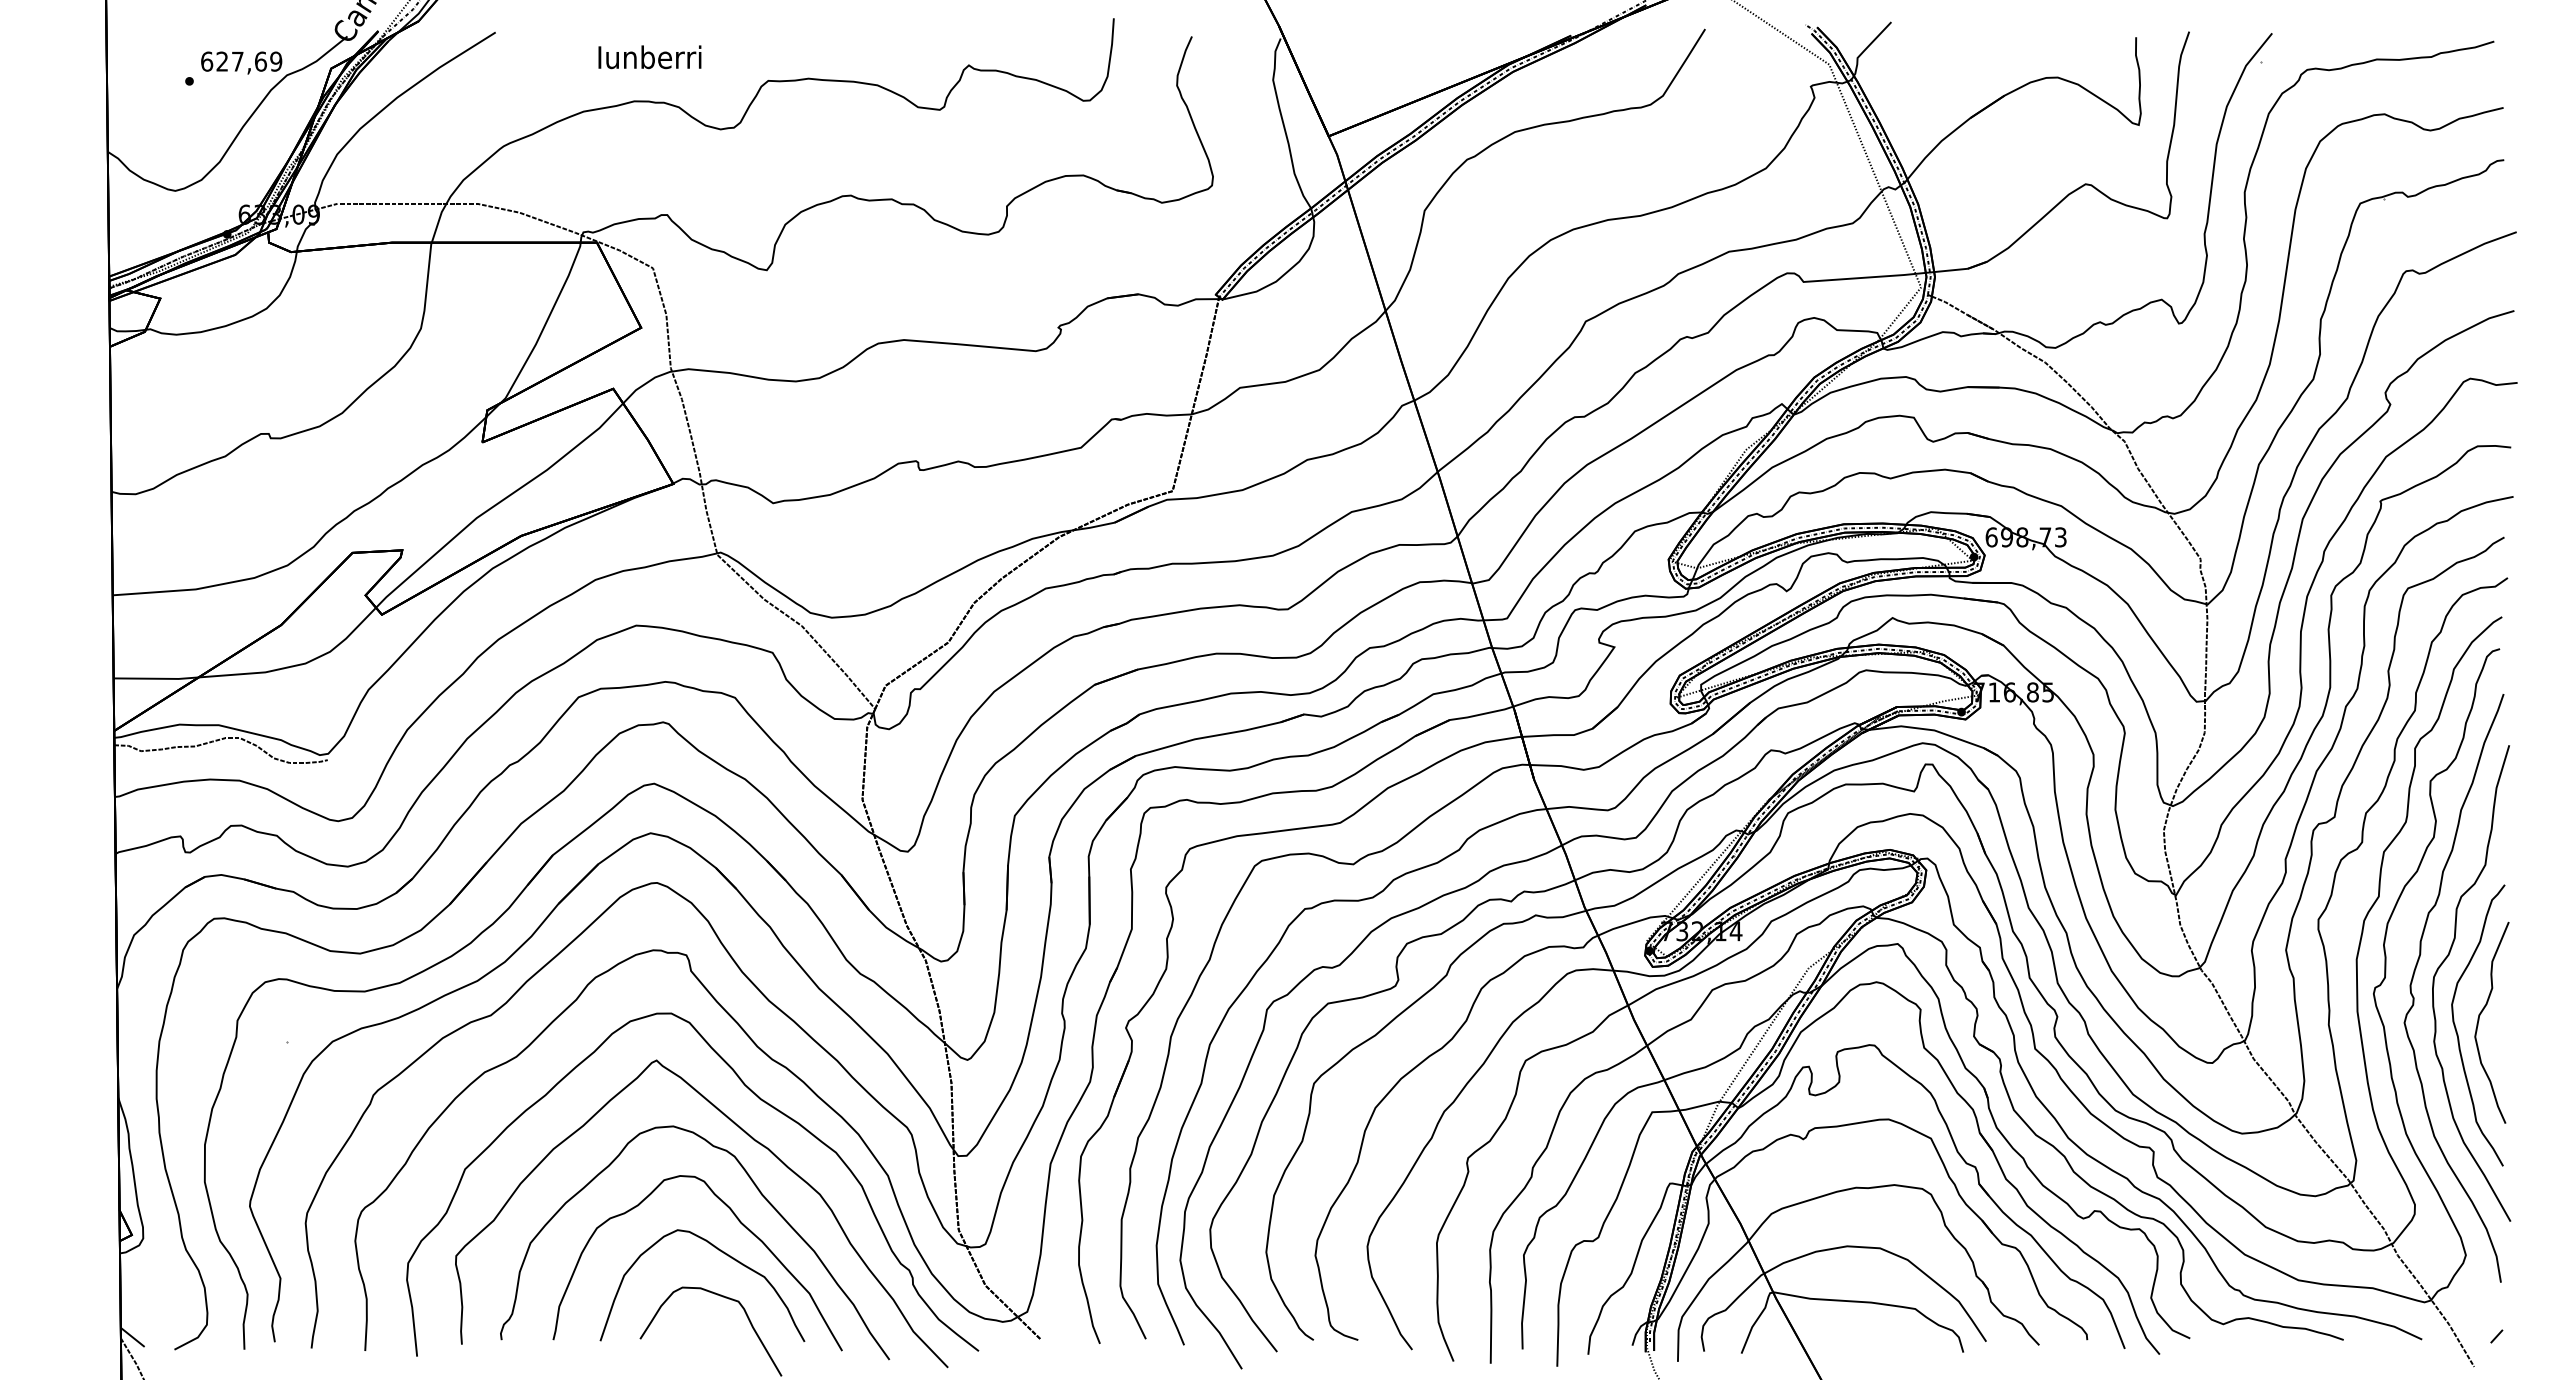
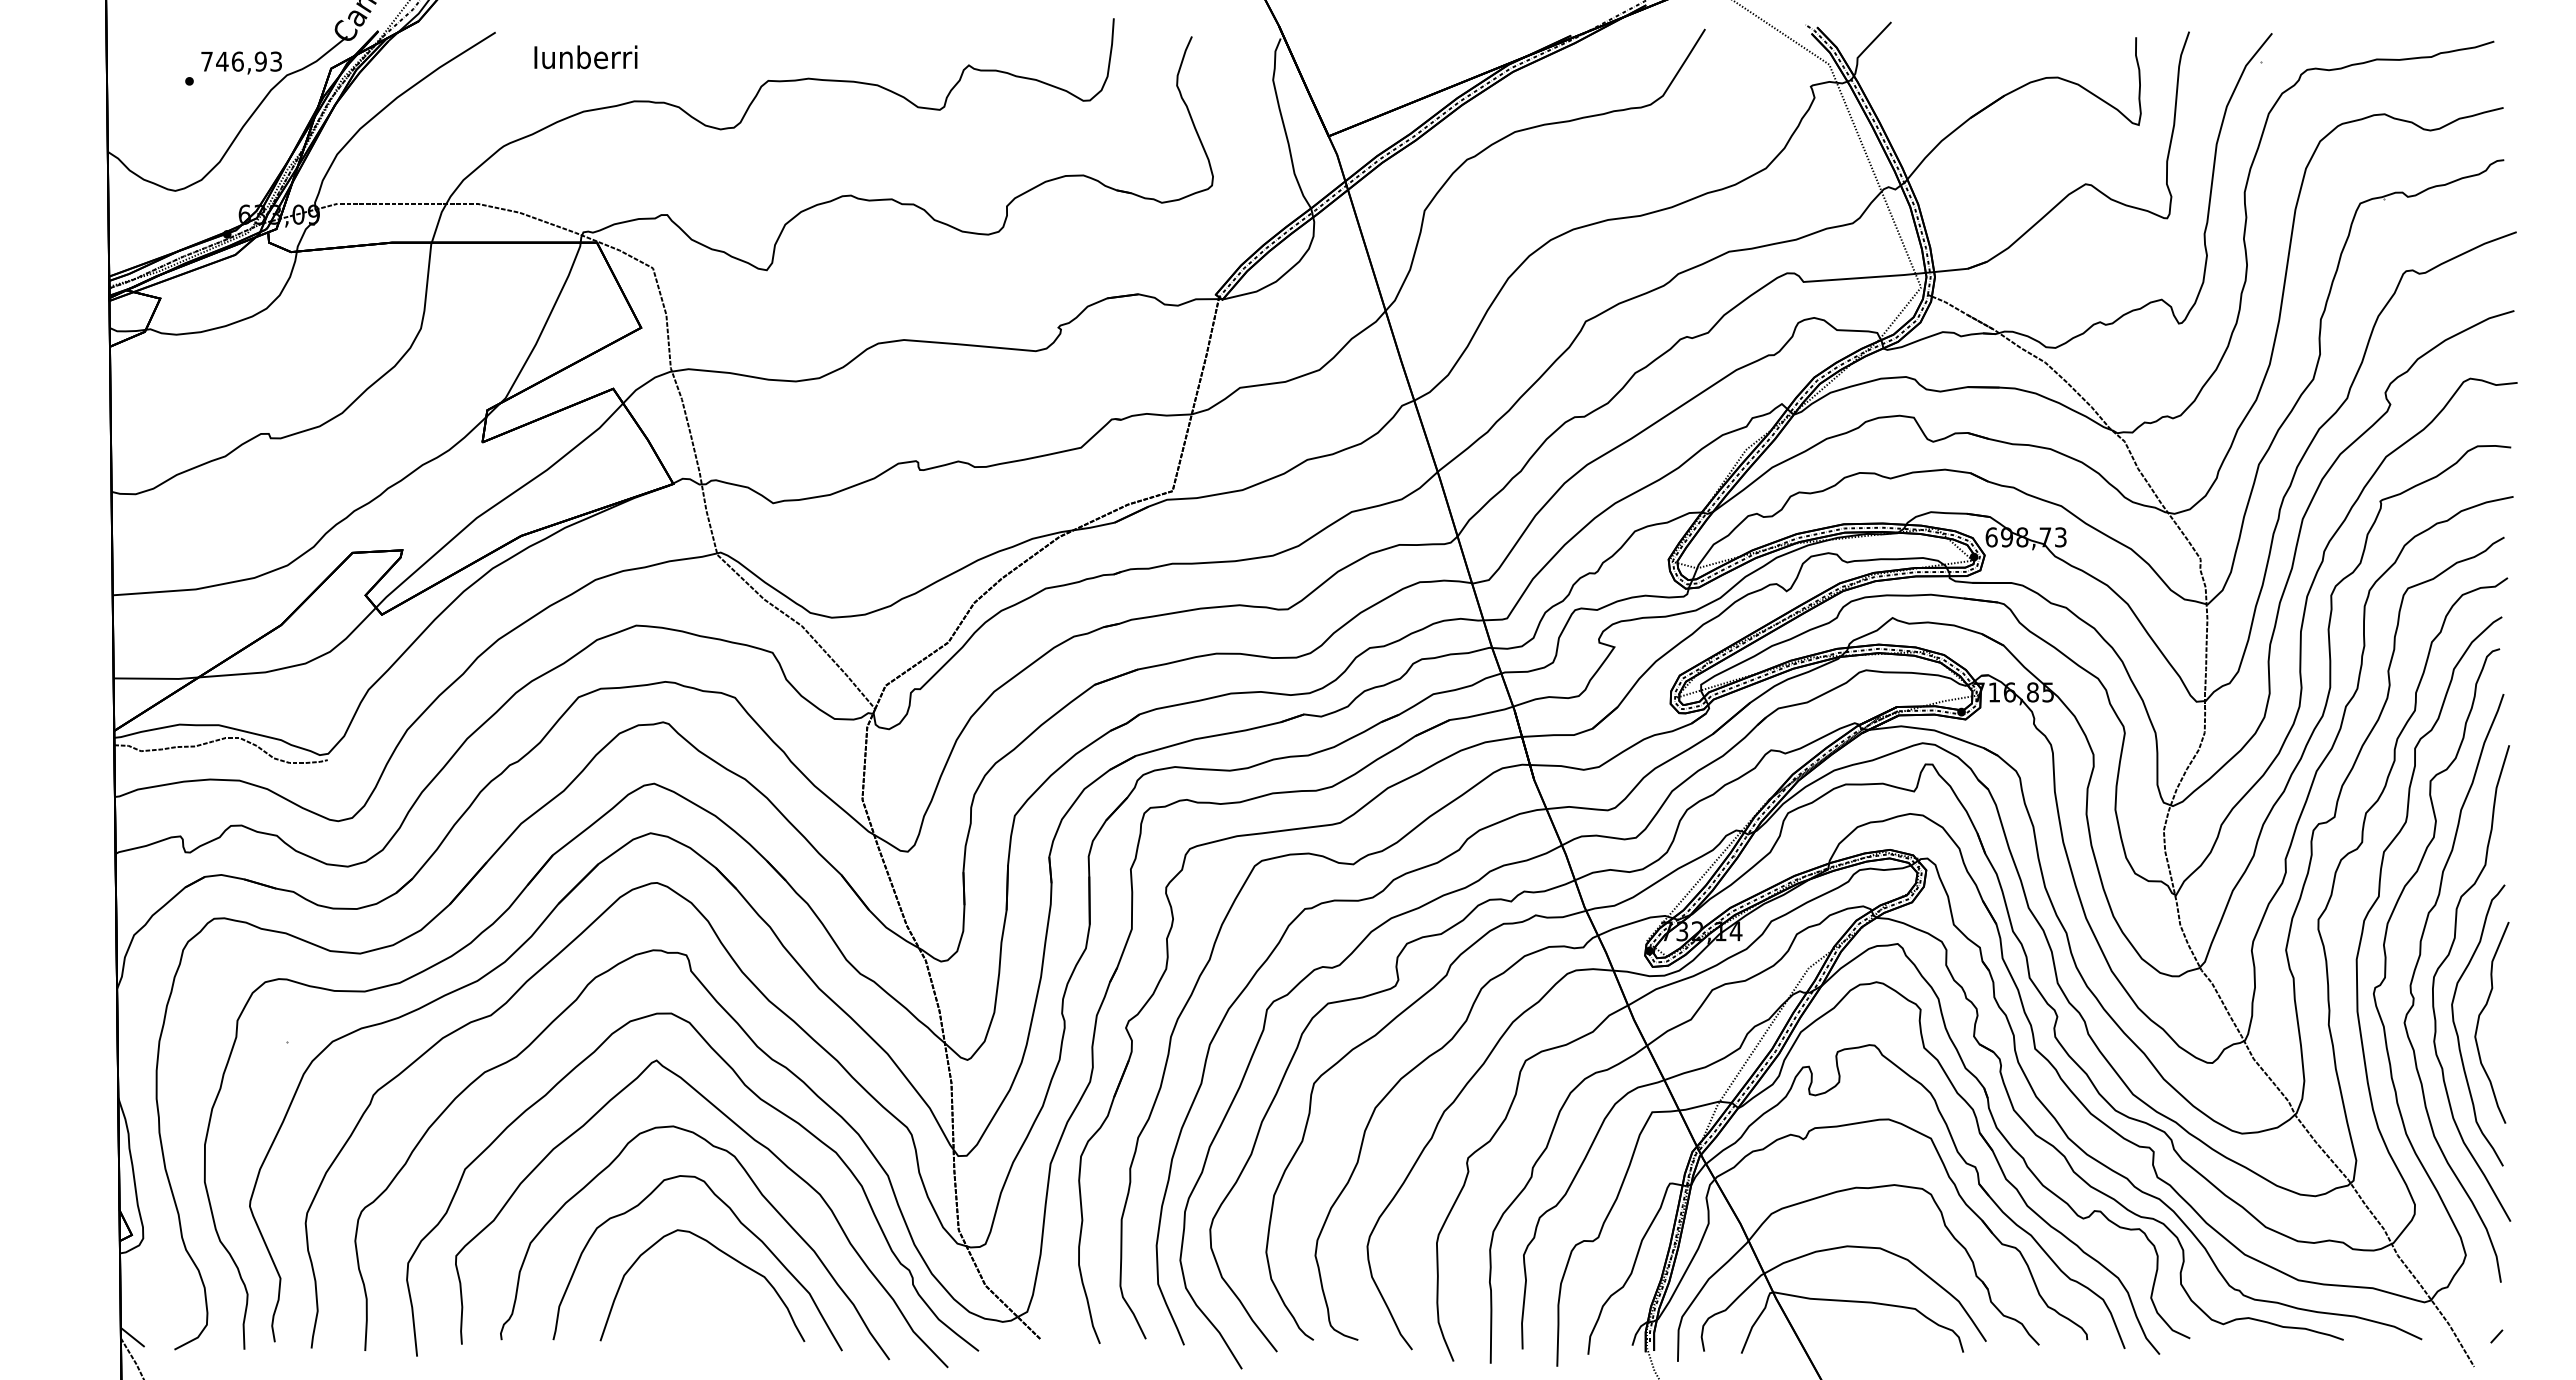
text at (649, 57) position: (649, 57) -> (585, 57)
text at (241, 61): 627,69 -> 746,93
curve at (722, 1297): present -> none
